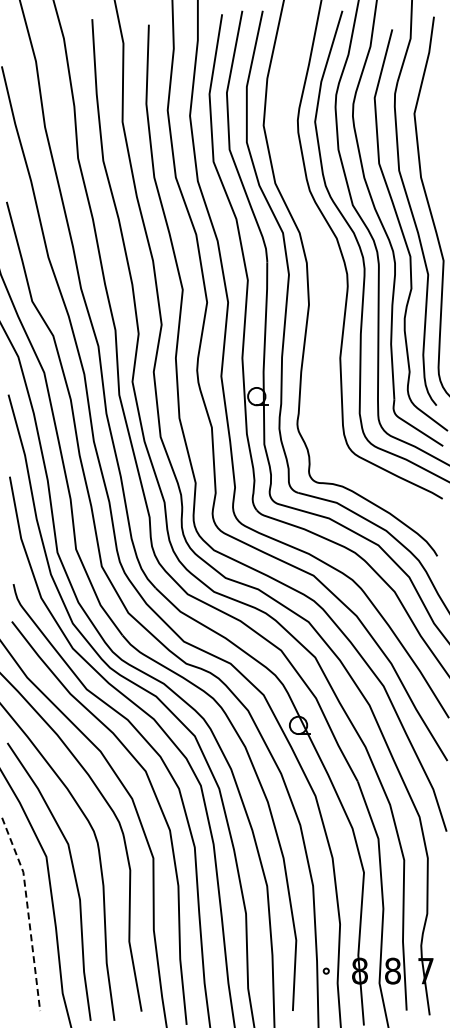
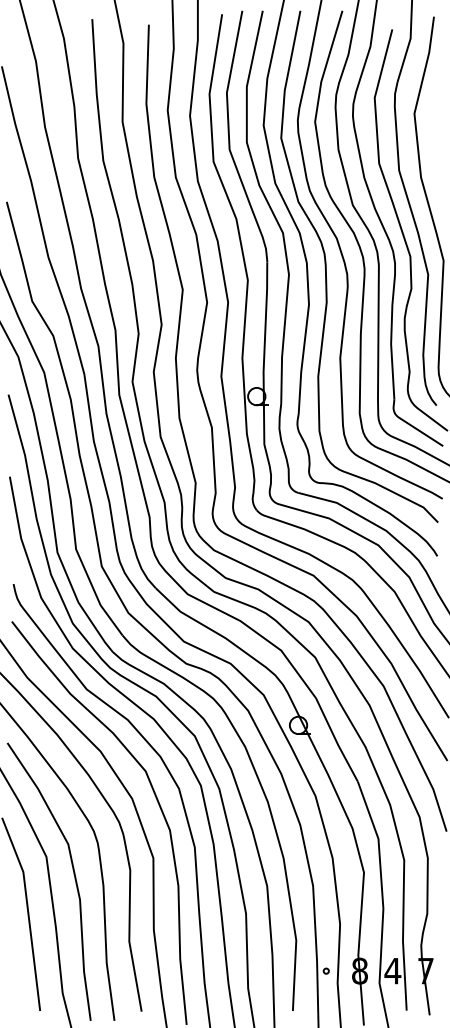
curve at (326, 266): none -> present
line at (28, 912): dashed -> solid
text at (392, 970): 8 -> 4
